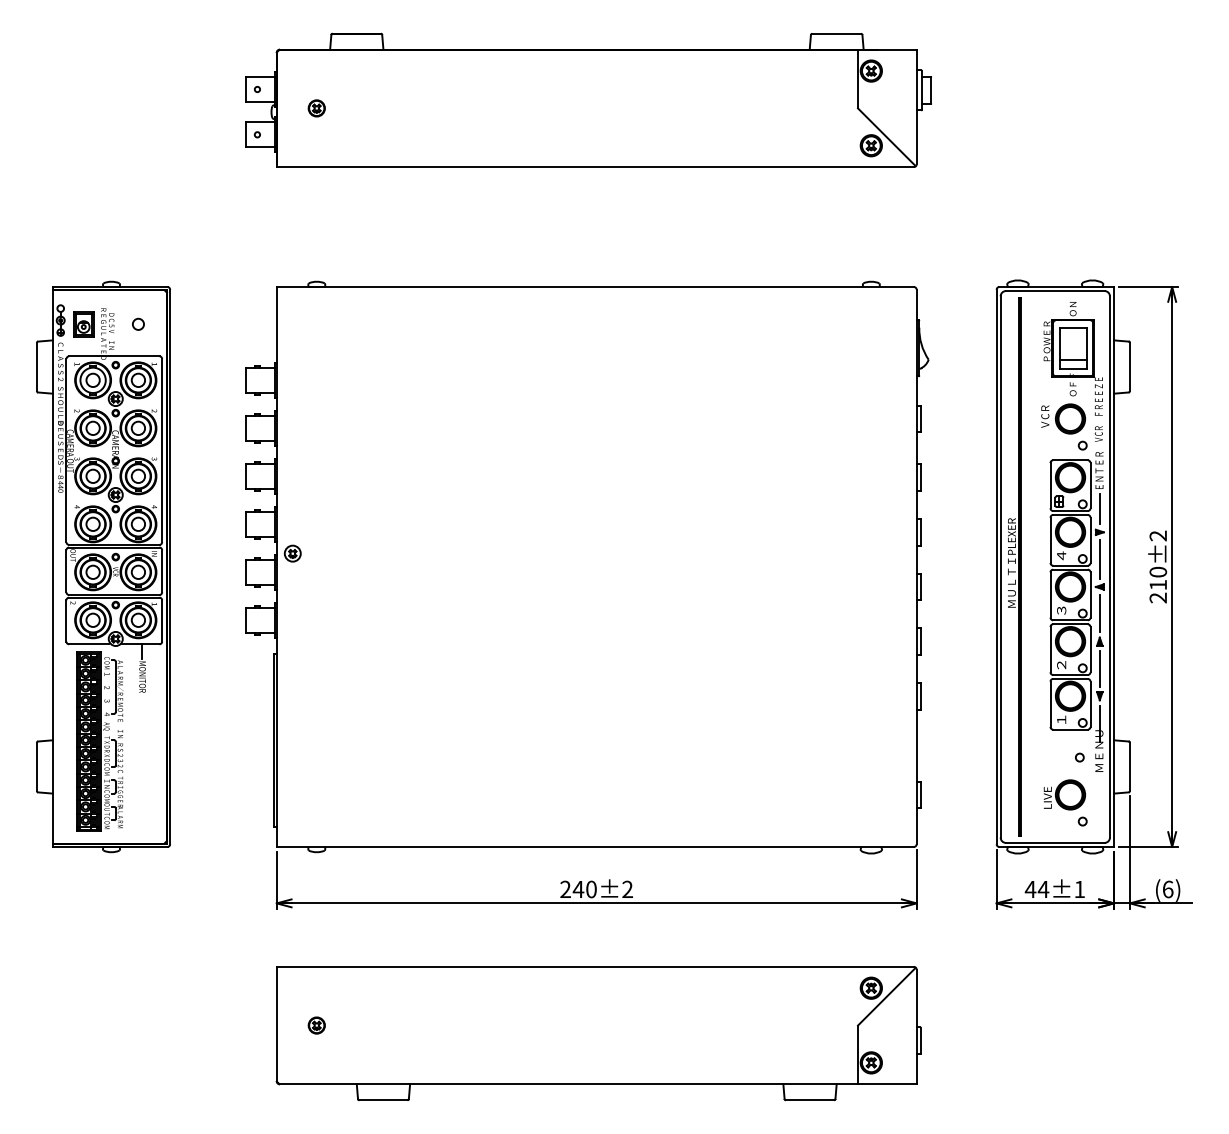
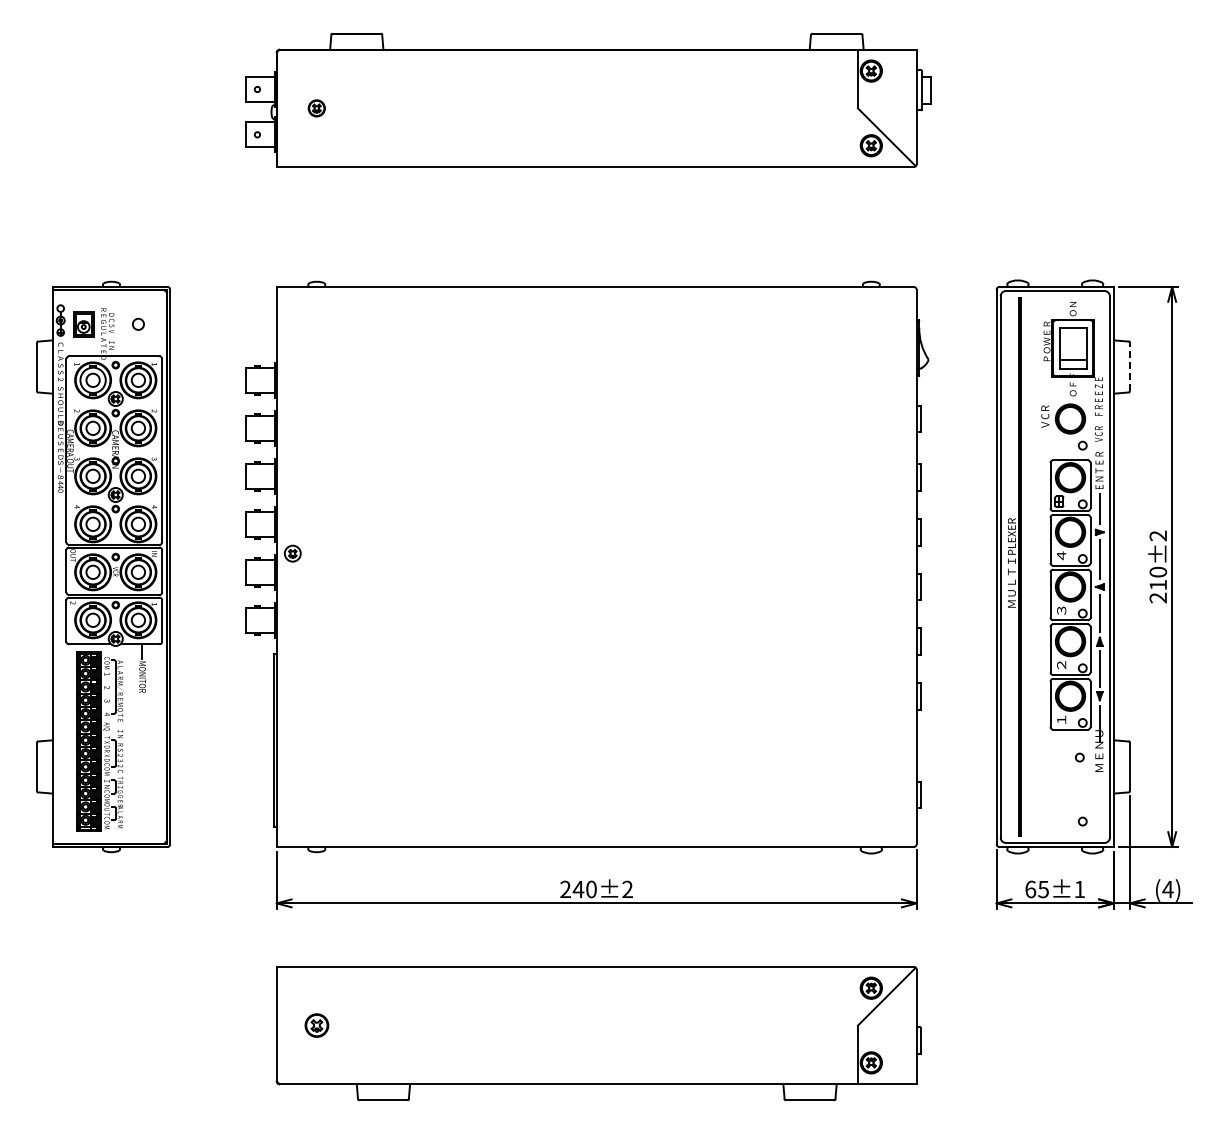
line at (1129, 366): solid -> dashed
part at (1064, 794): present -> none
text at (1036, 889): 44±1 -> 65±1
text at (1167, 889): (6) -> (4)
part at (316, 1025) size: 19x19 px -> 26x25 px
